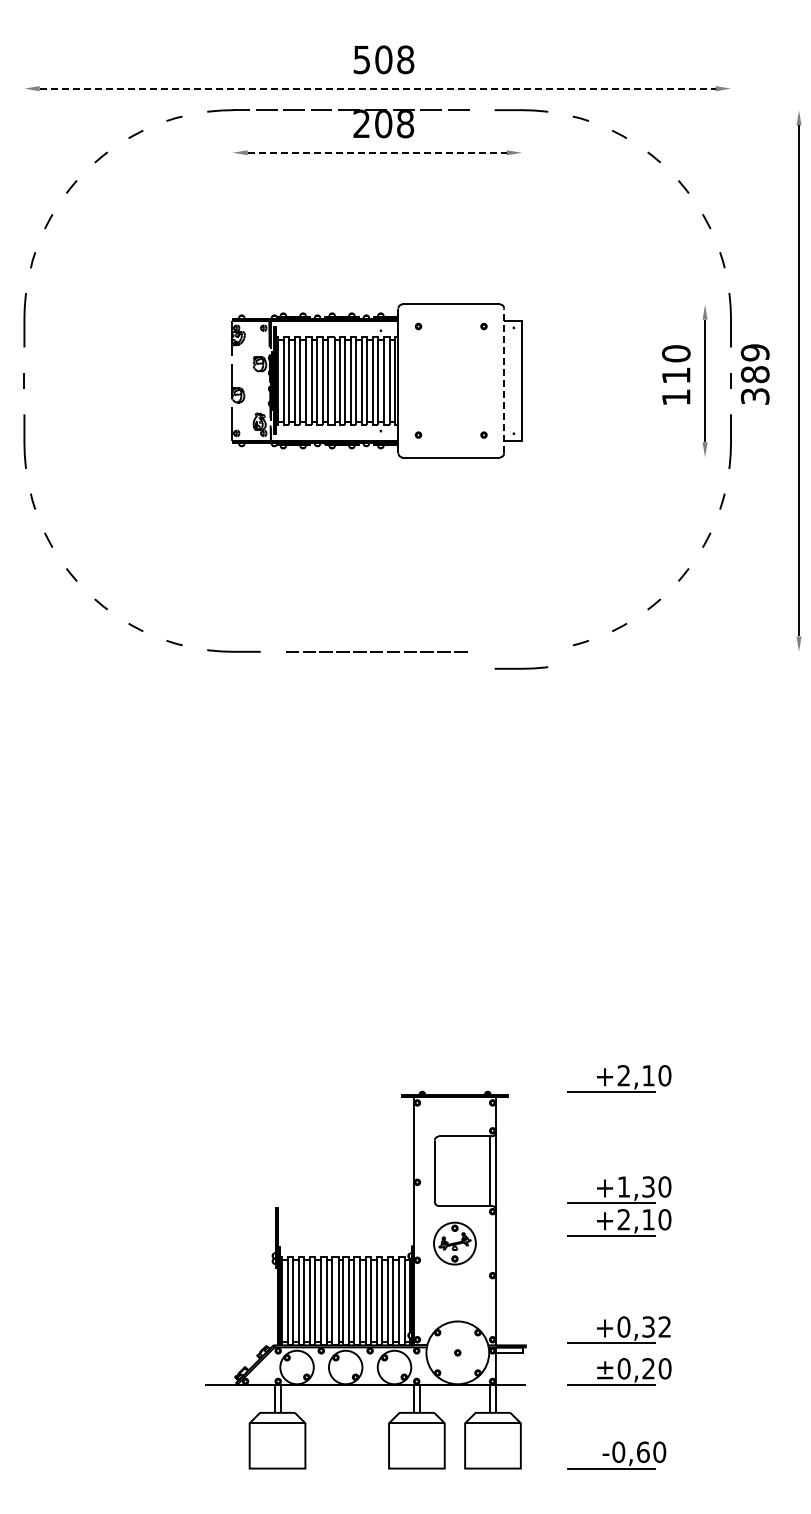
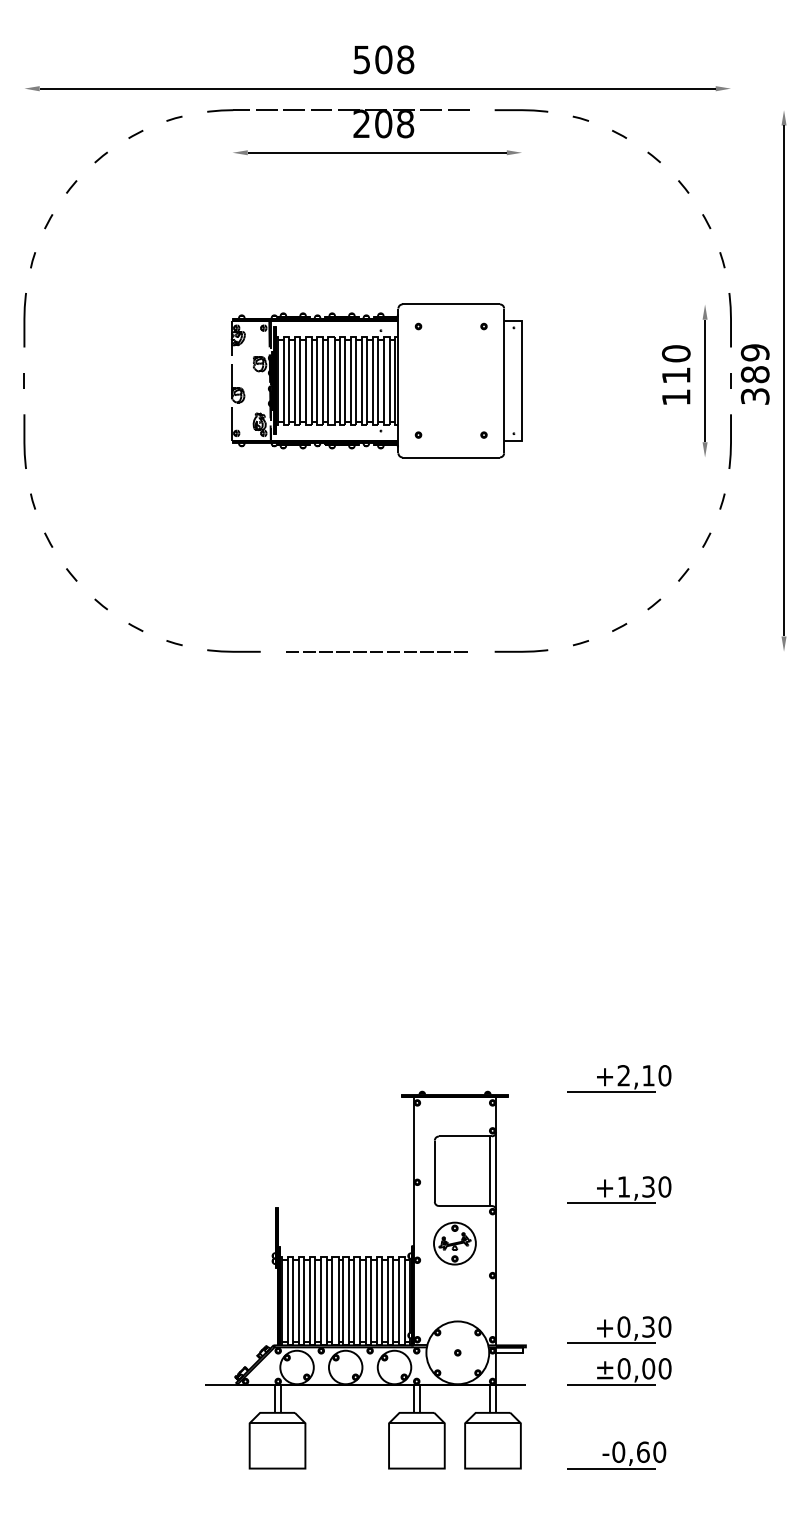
line at (377, 88): dashed -> solid
line at (377, 152): dashed -> solid
line at (504, 380): dashed -> solid
part at (798, 380) position: (798, 380) -> (783, 380)
line at (521, 667) position: (521, 667) -> (521, 650)
part at (619, 1222): present -> none
text at (664, 1326): +0,32 -> +0,30
text at (648, 1368): ±0,20 -> ±0,00
